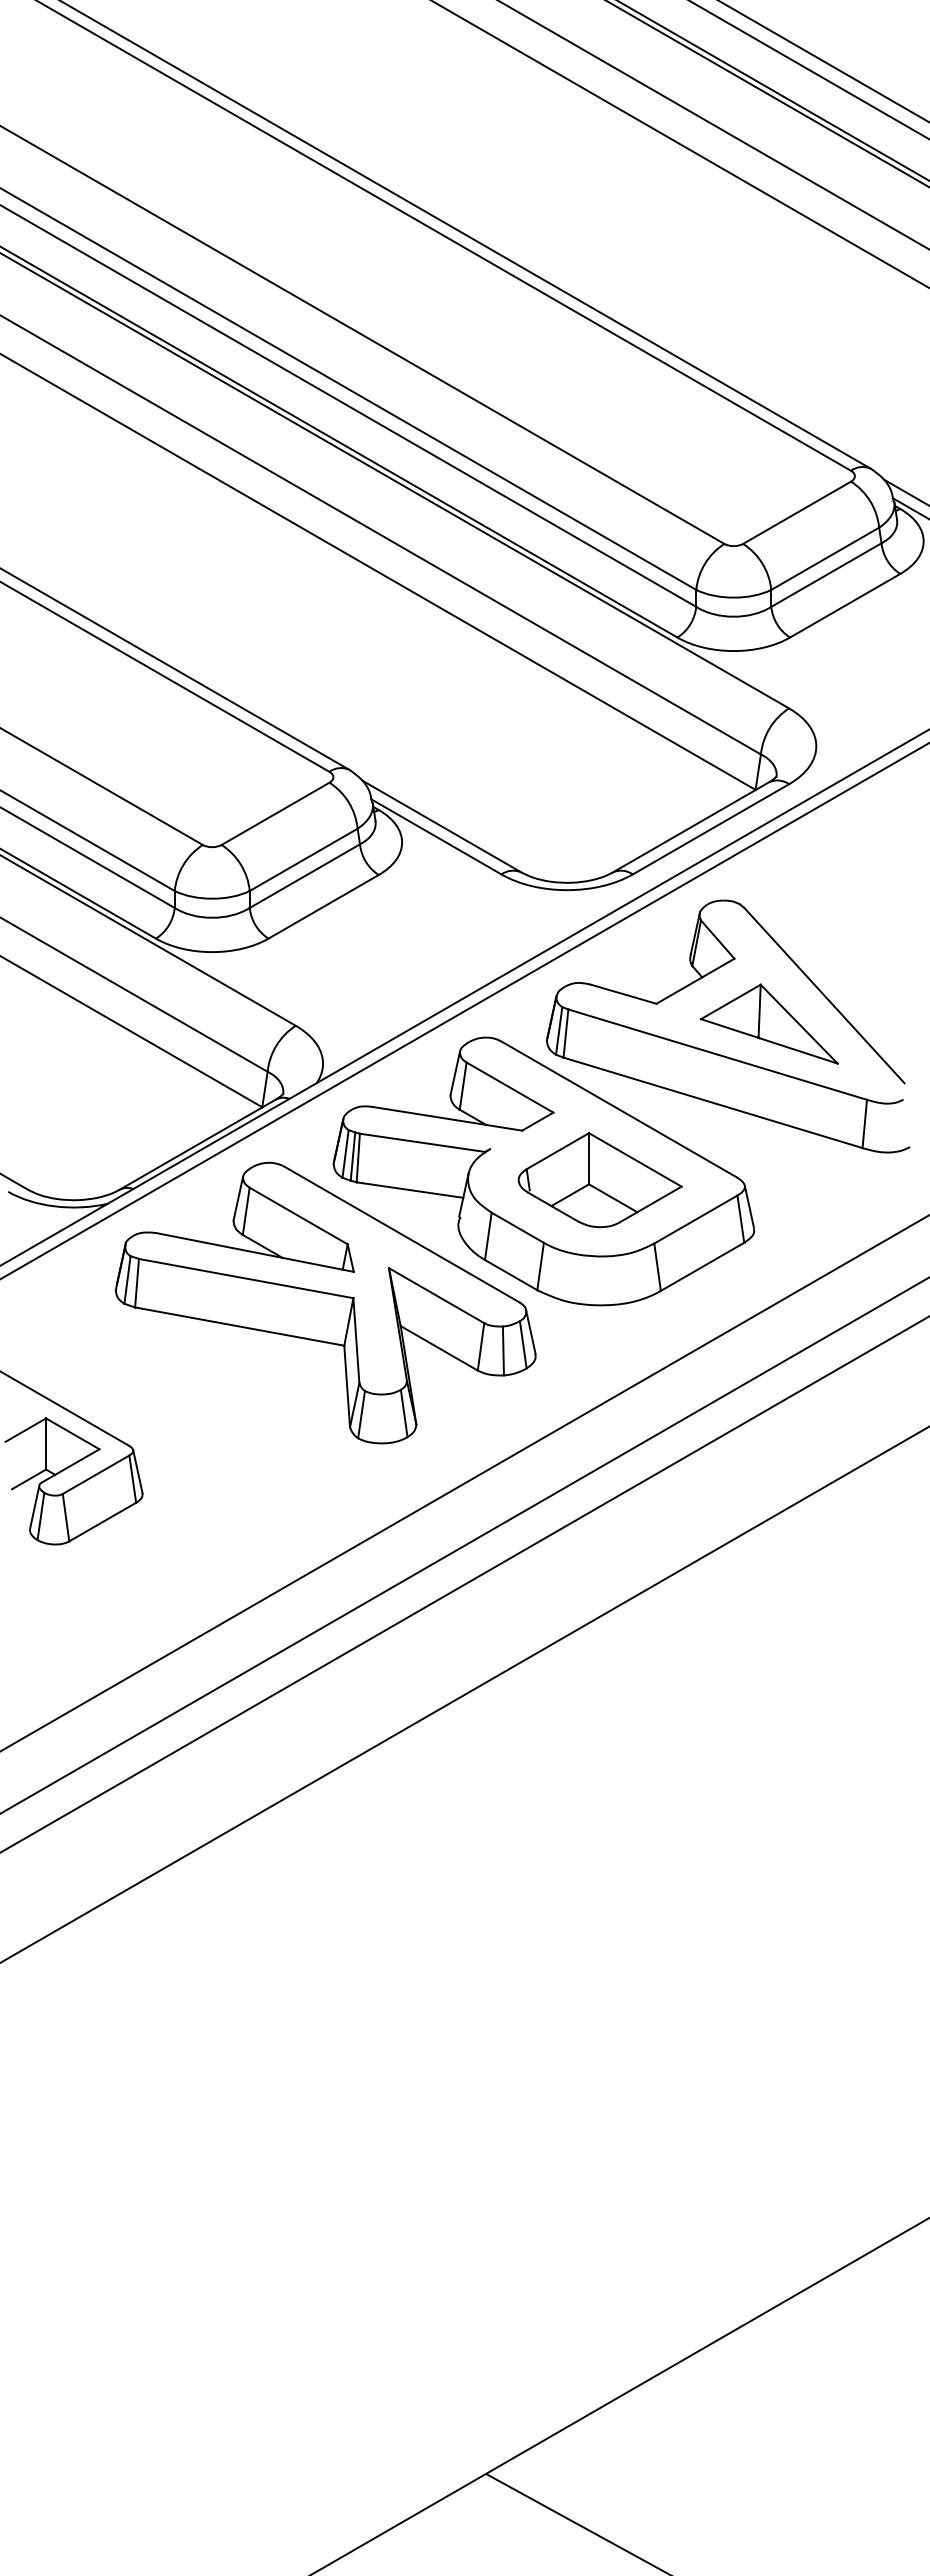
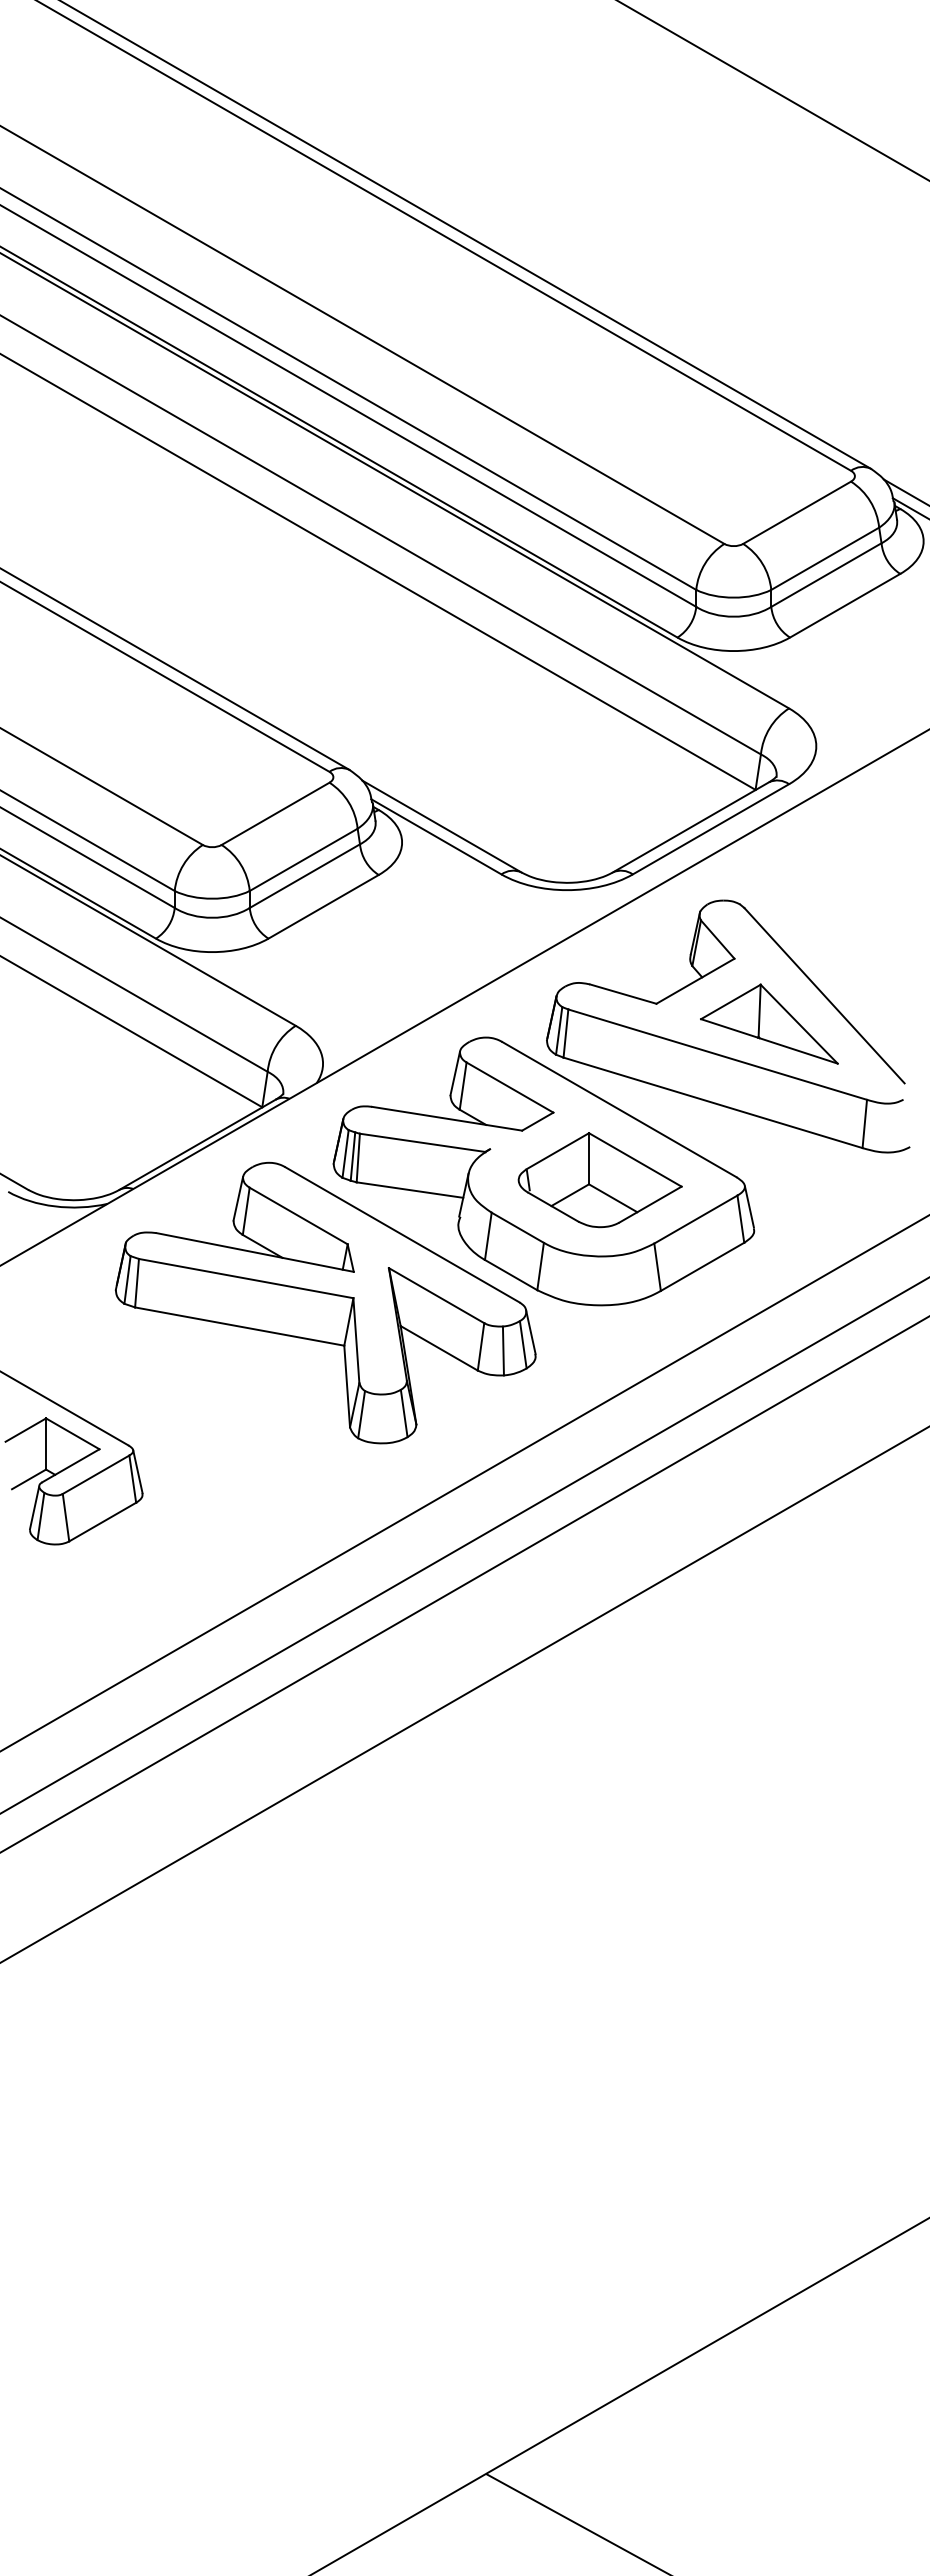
line at (823, 61): present -> none
line at (809, 69): present -> none
line at (767, 93): present -> none
line at (713, 124): present -> none
line at (680, 144): present -> none
line at (464, 1011): present -> none
